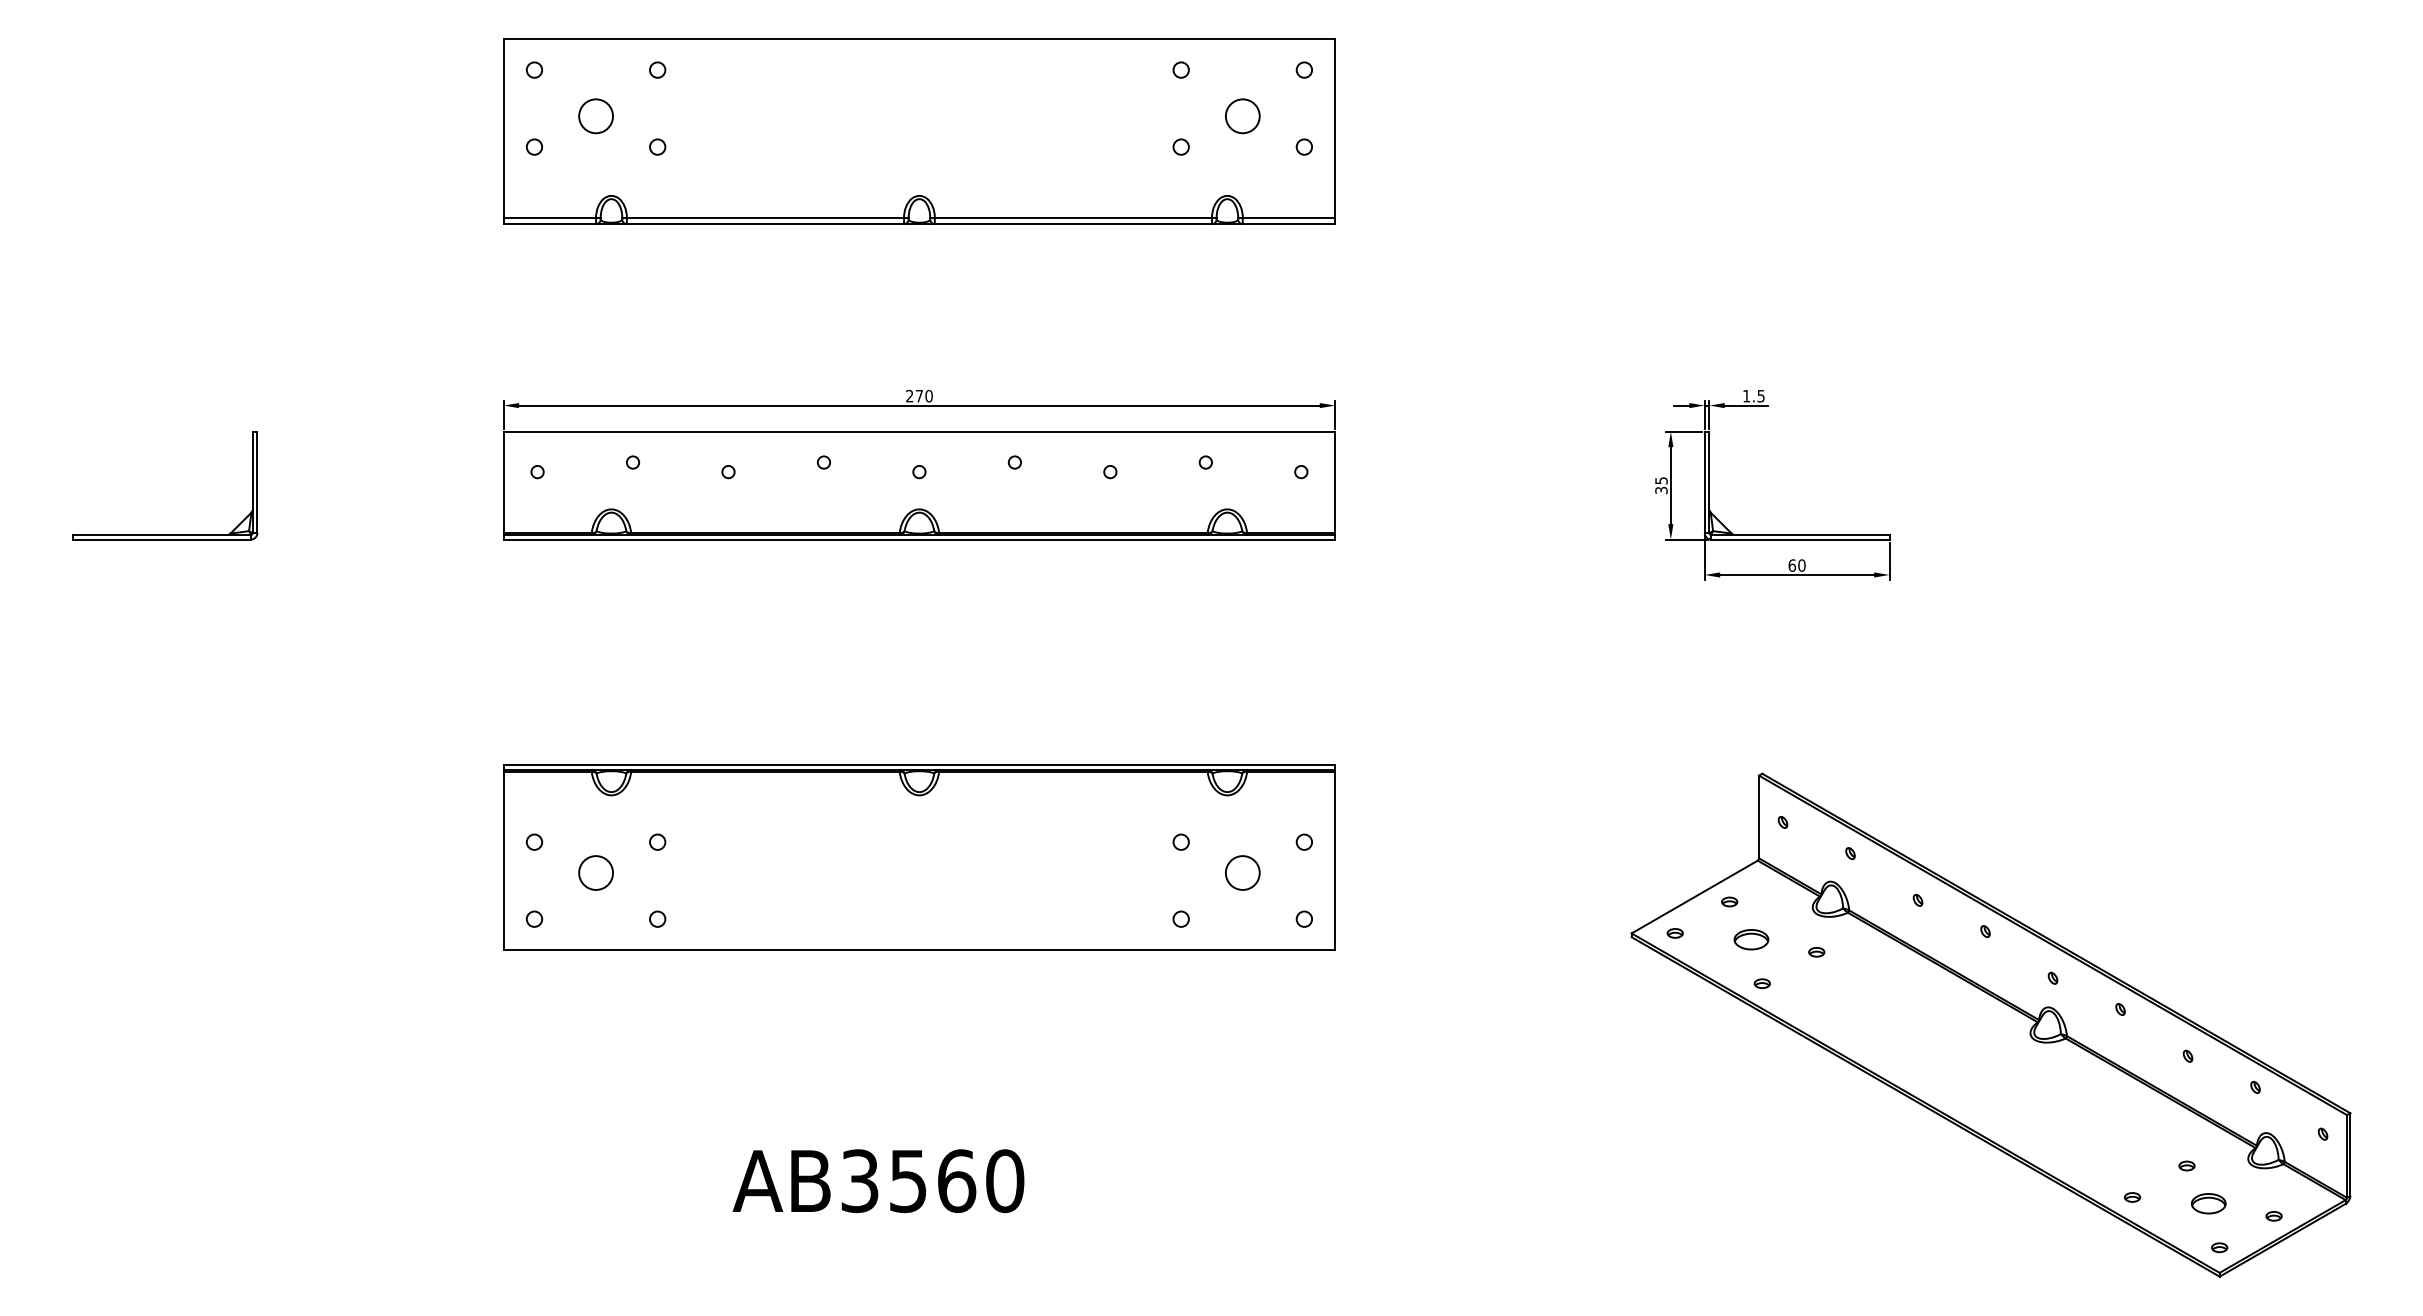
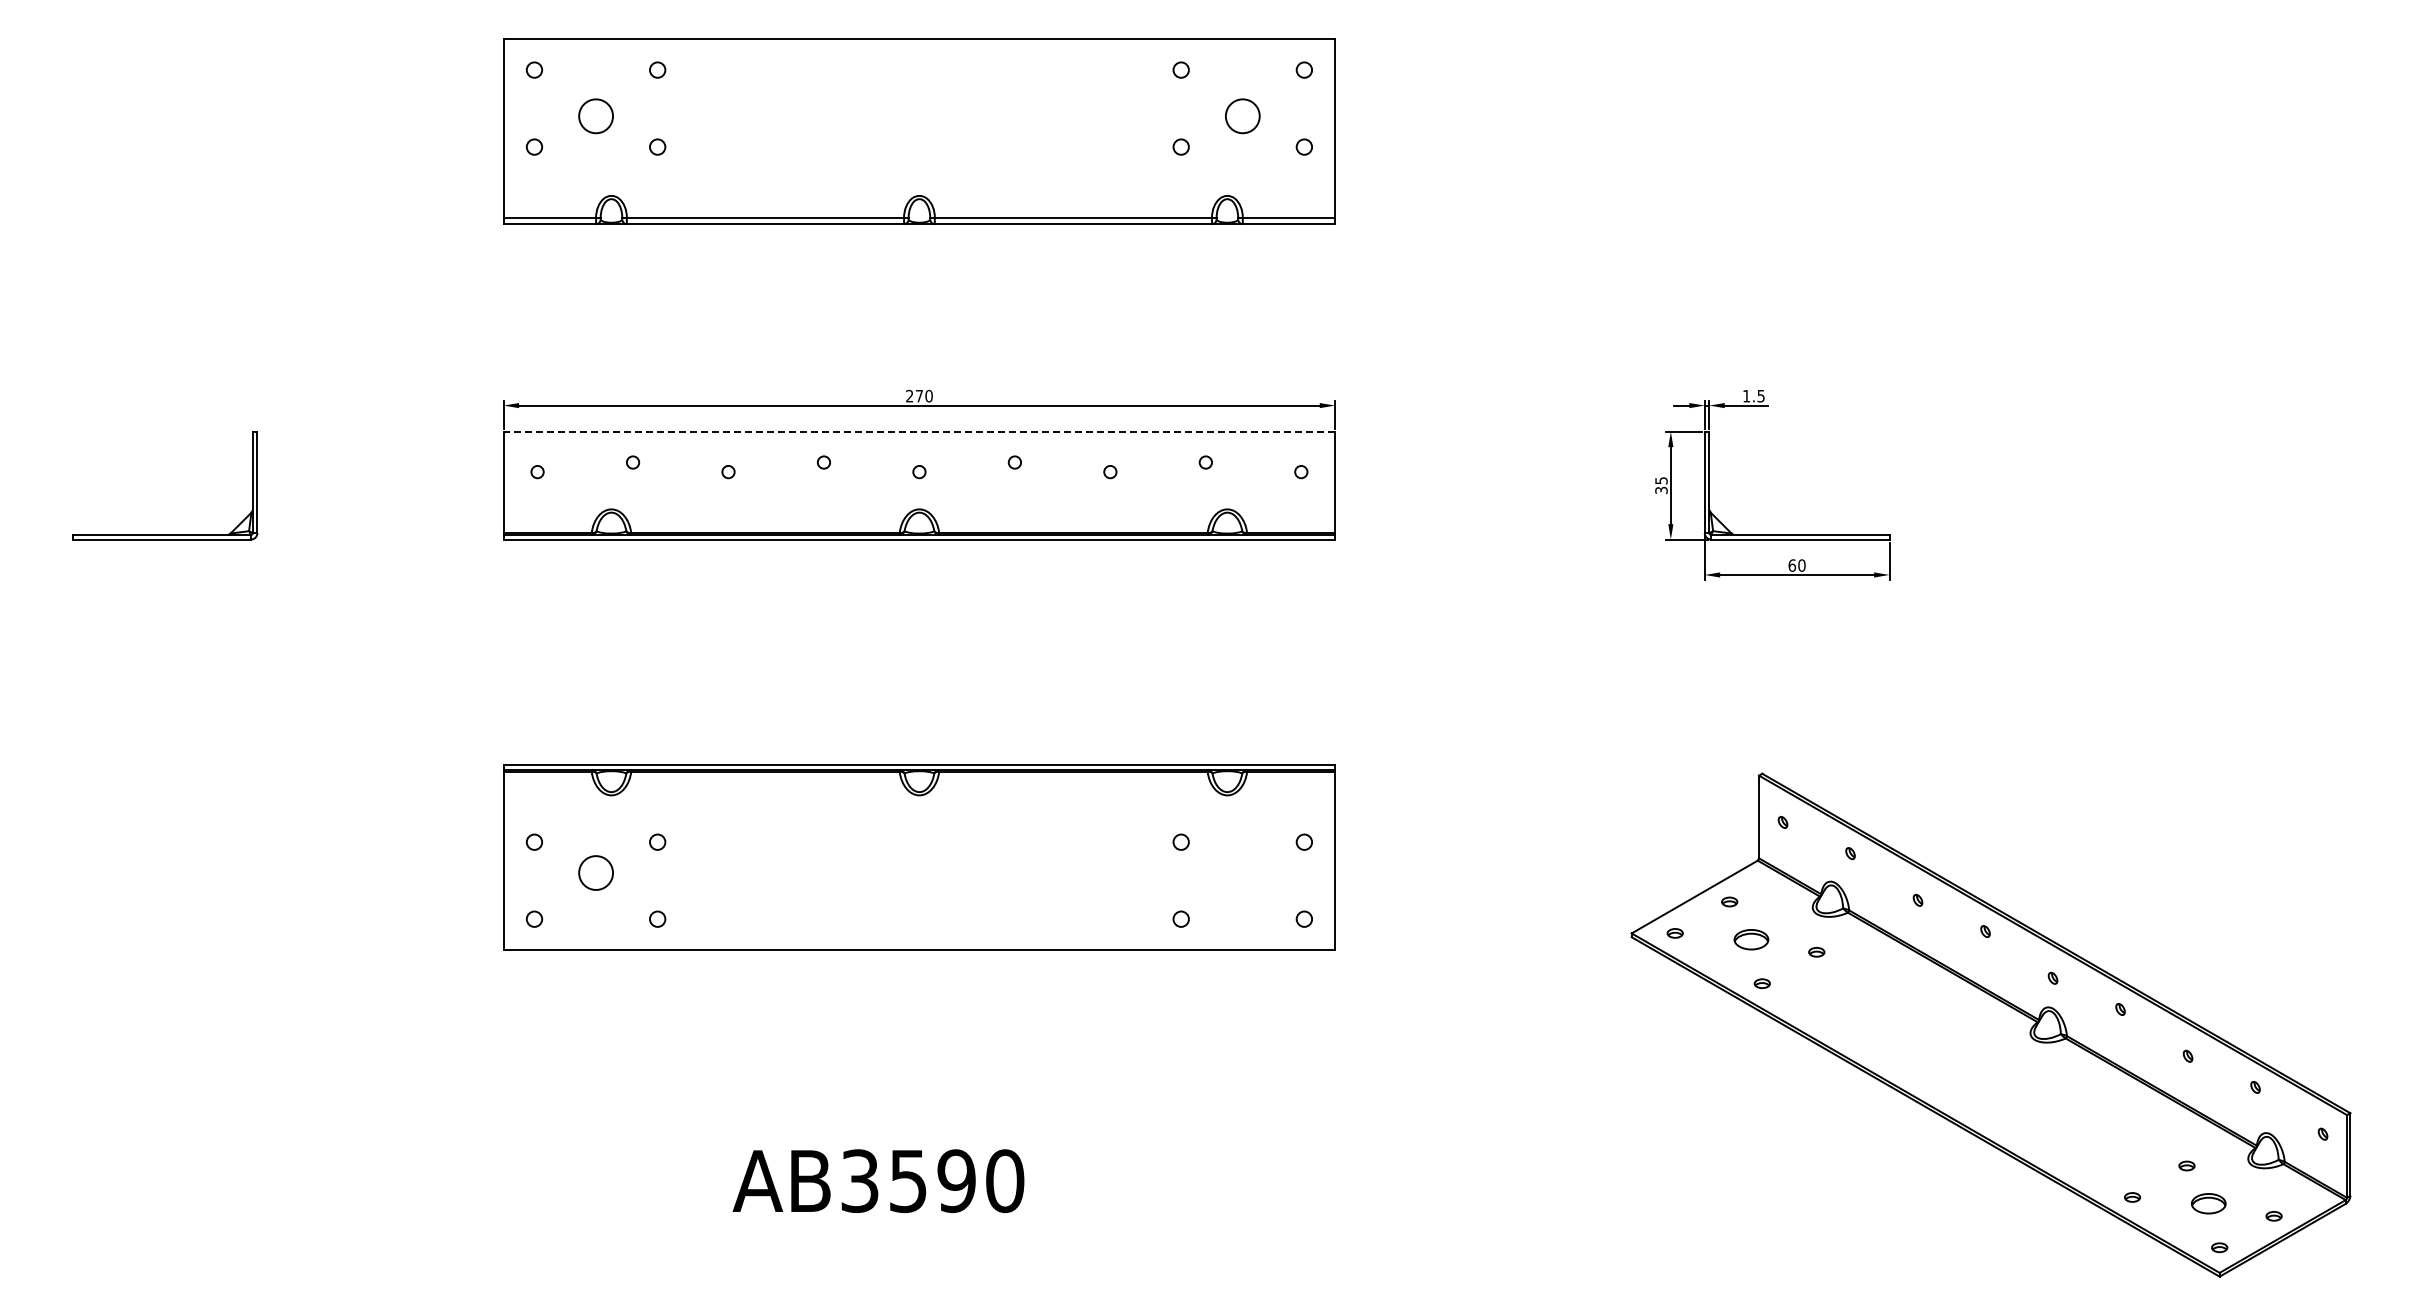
line at (919, 431): solid -> dashed
circle at (1242, 872): present -> none
text at (956, 1181): AB3560 -> AB3590
